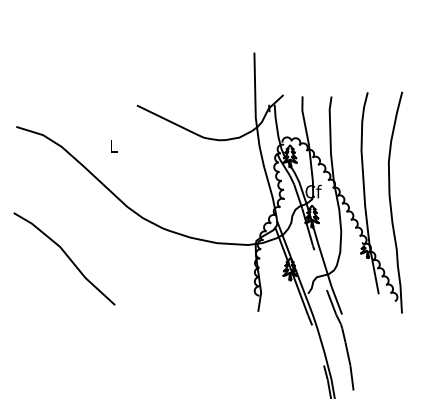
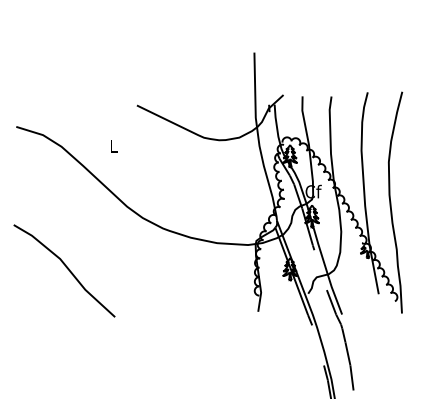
line at (66, 256) position: (66, 256) -> (66, 268)
